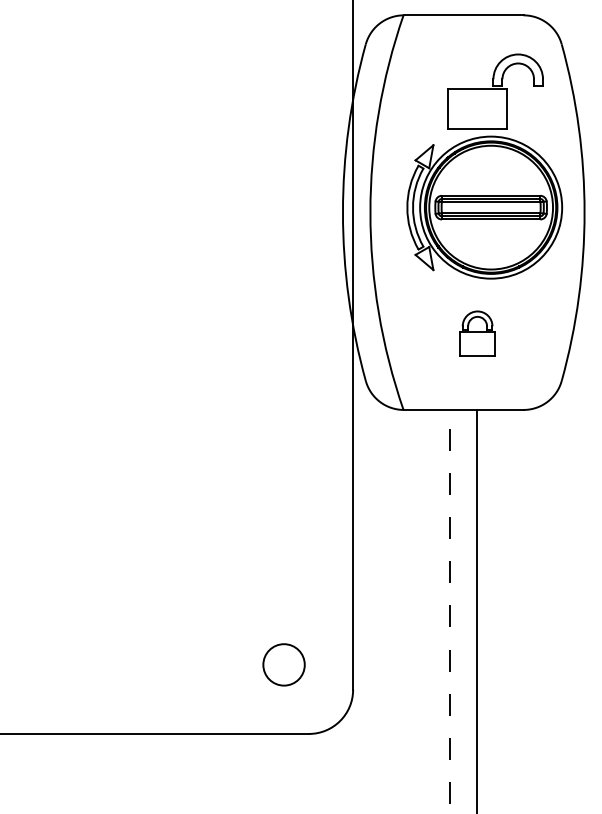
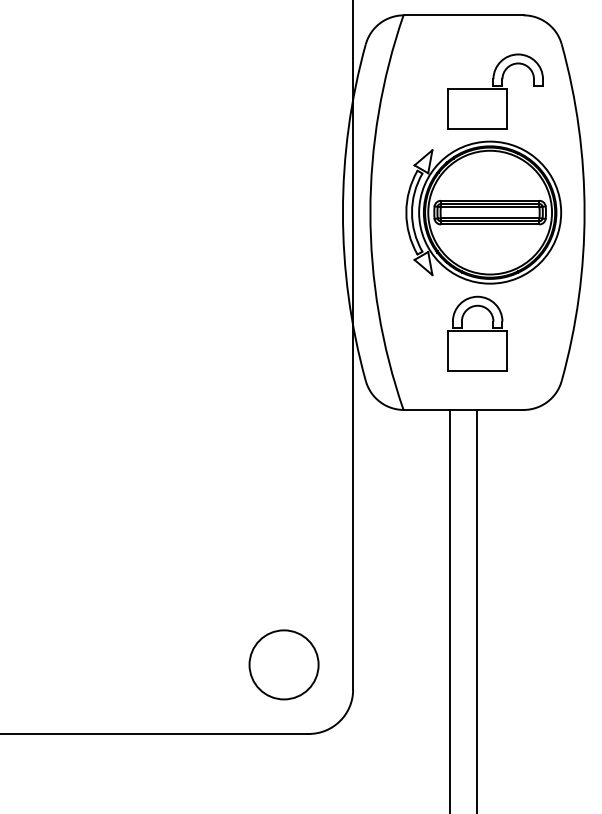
part at (484, 207) position: (484, 207) -> (483, 212)
part at (477, 333) size: 37x47 px -> 61x77 px
line at (450, 611): dashed -> solid
circle at (283, 664) diameter: 41 px -> 69 px
